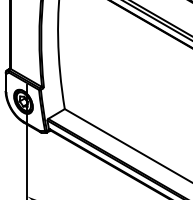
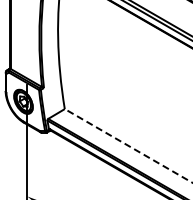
line at (128, 146): solid -> dashed
